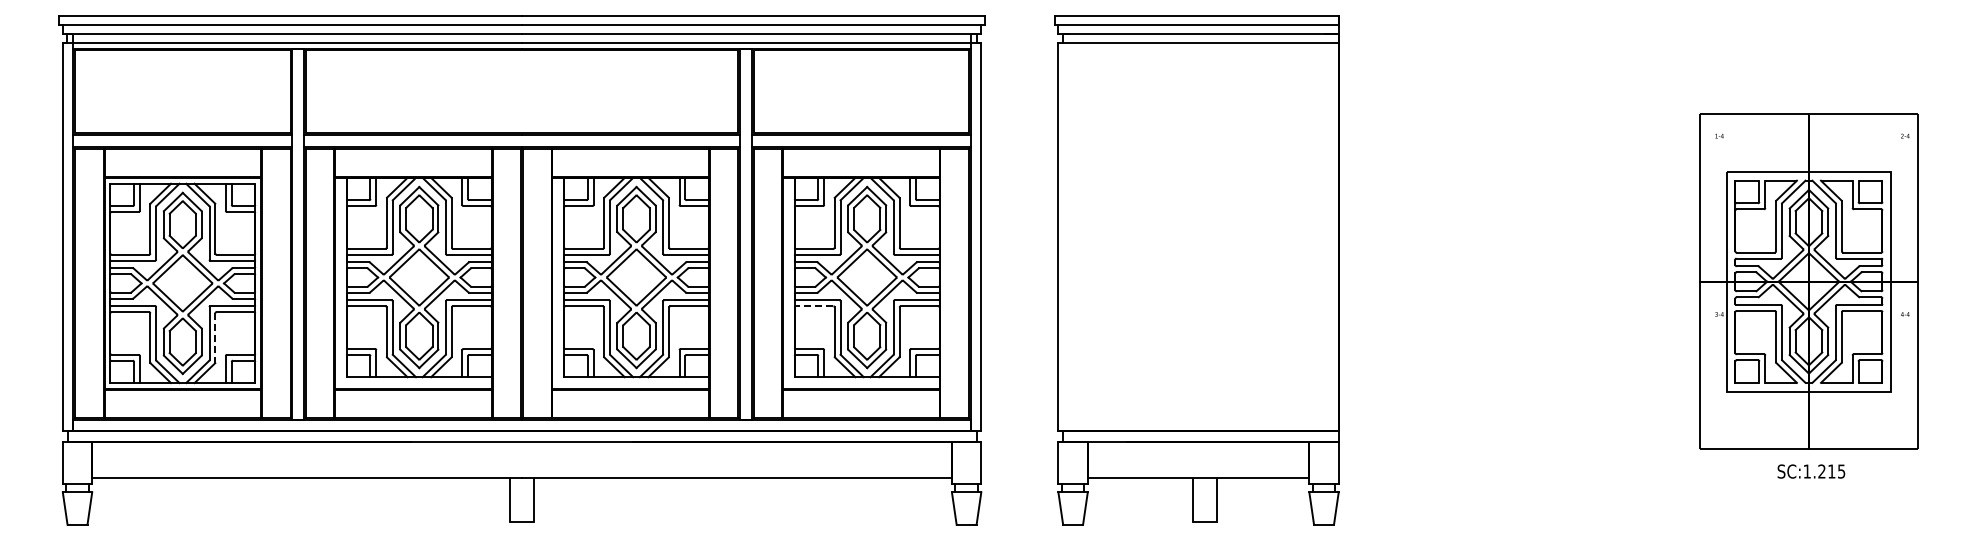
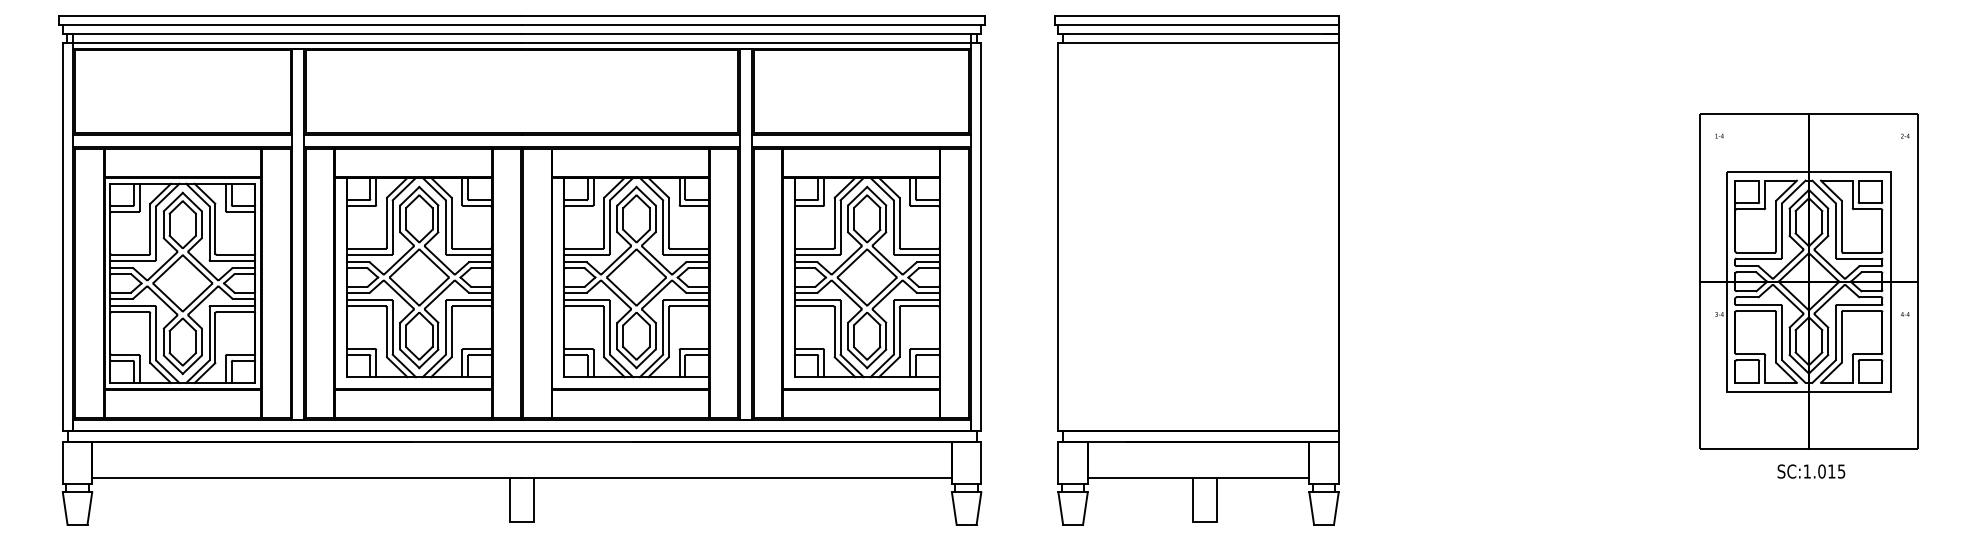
line at (814, 306): dashed -> solid
line at (215, 337): dashed -> solid
text at (1821, 471): SC:1.215 -> SC:1.015
